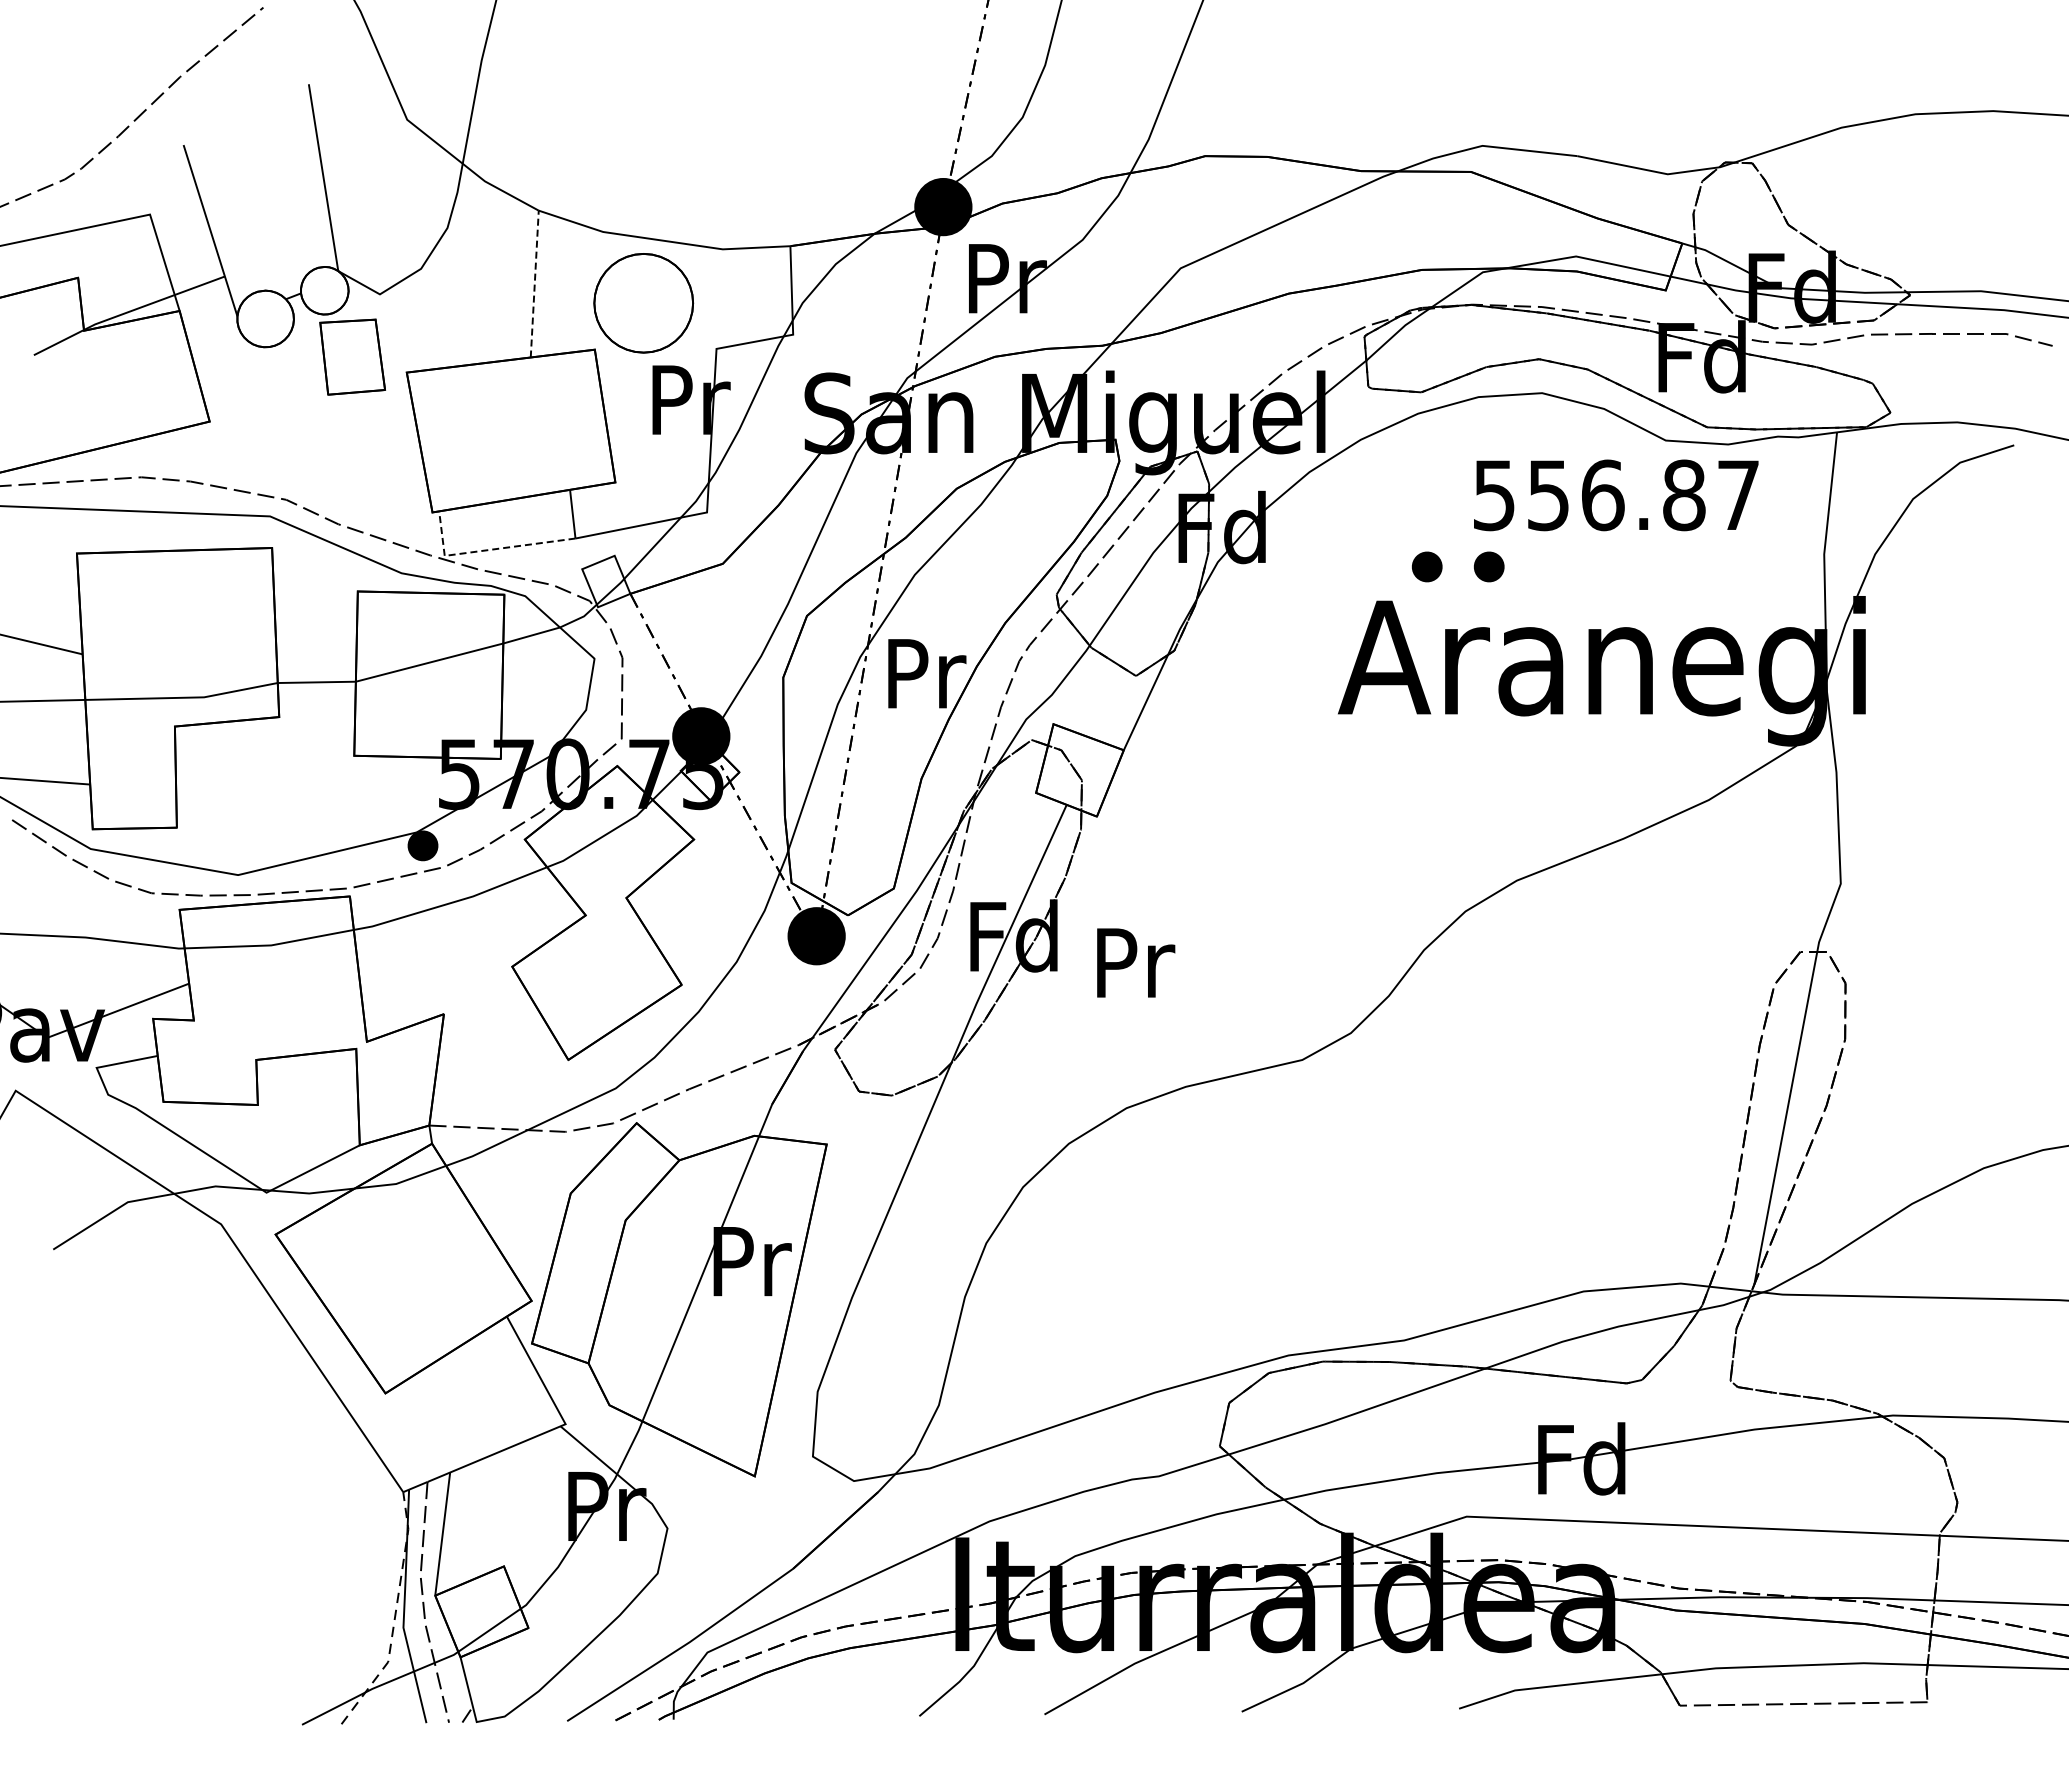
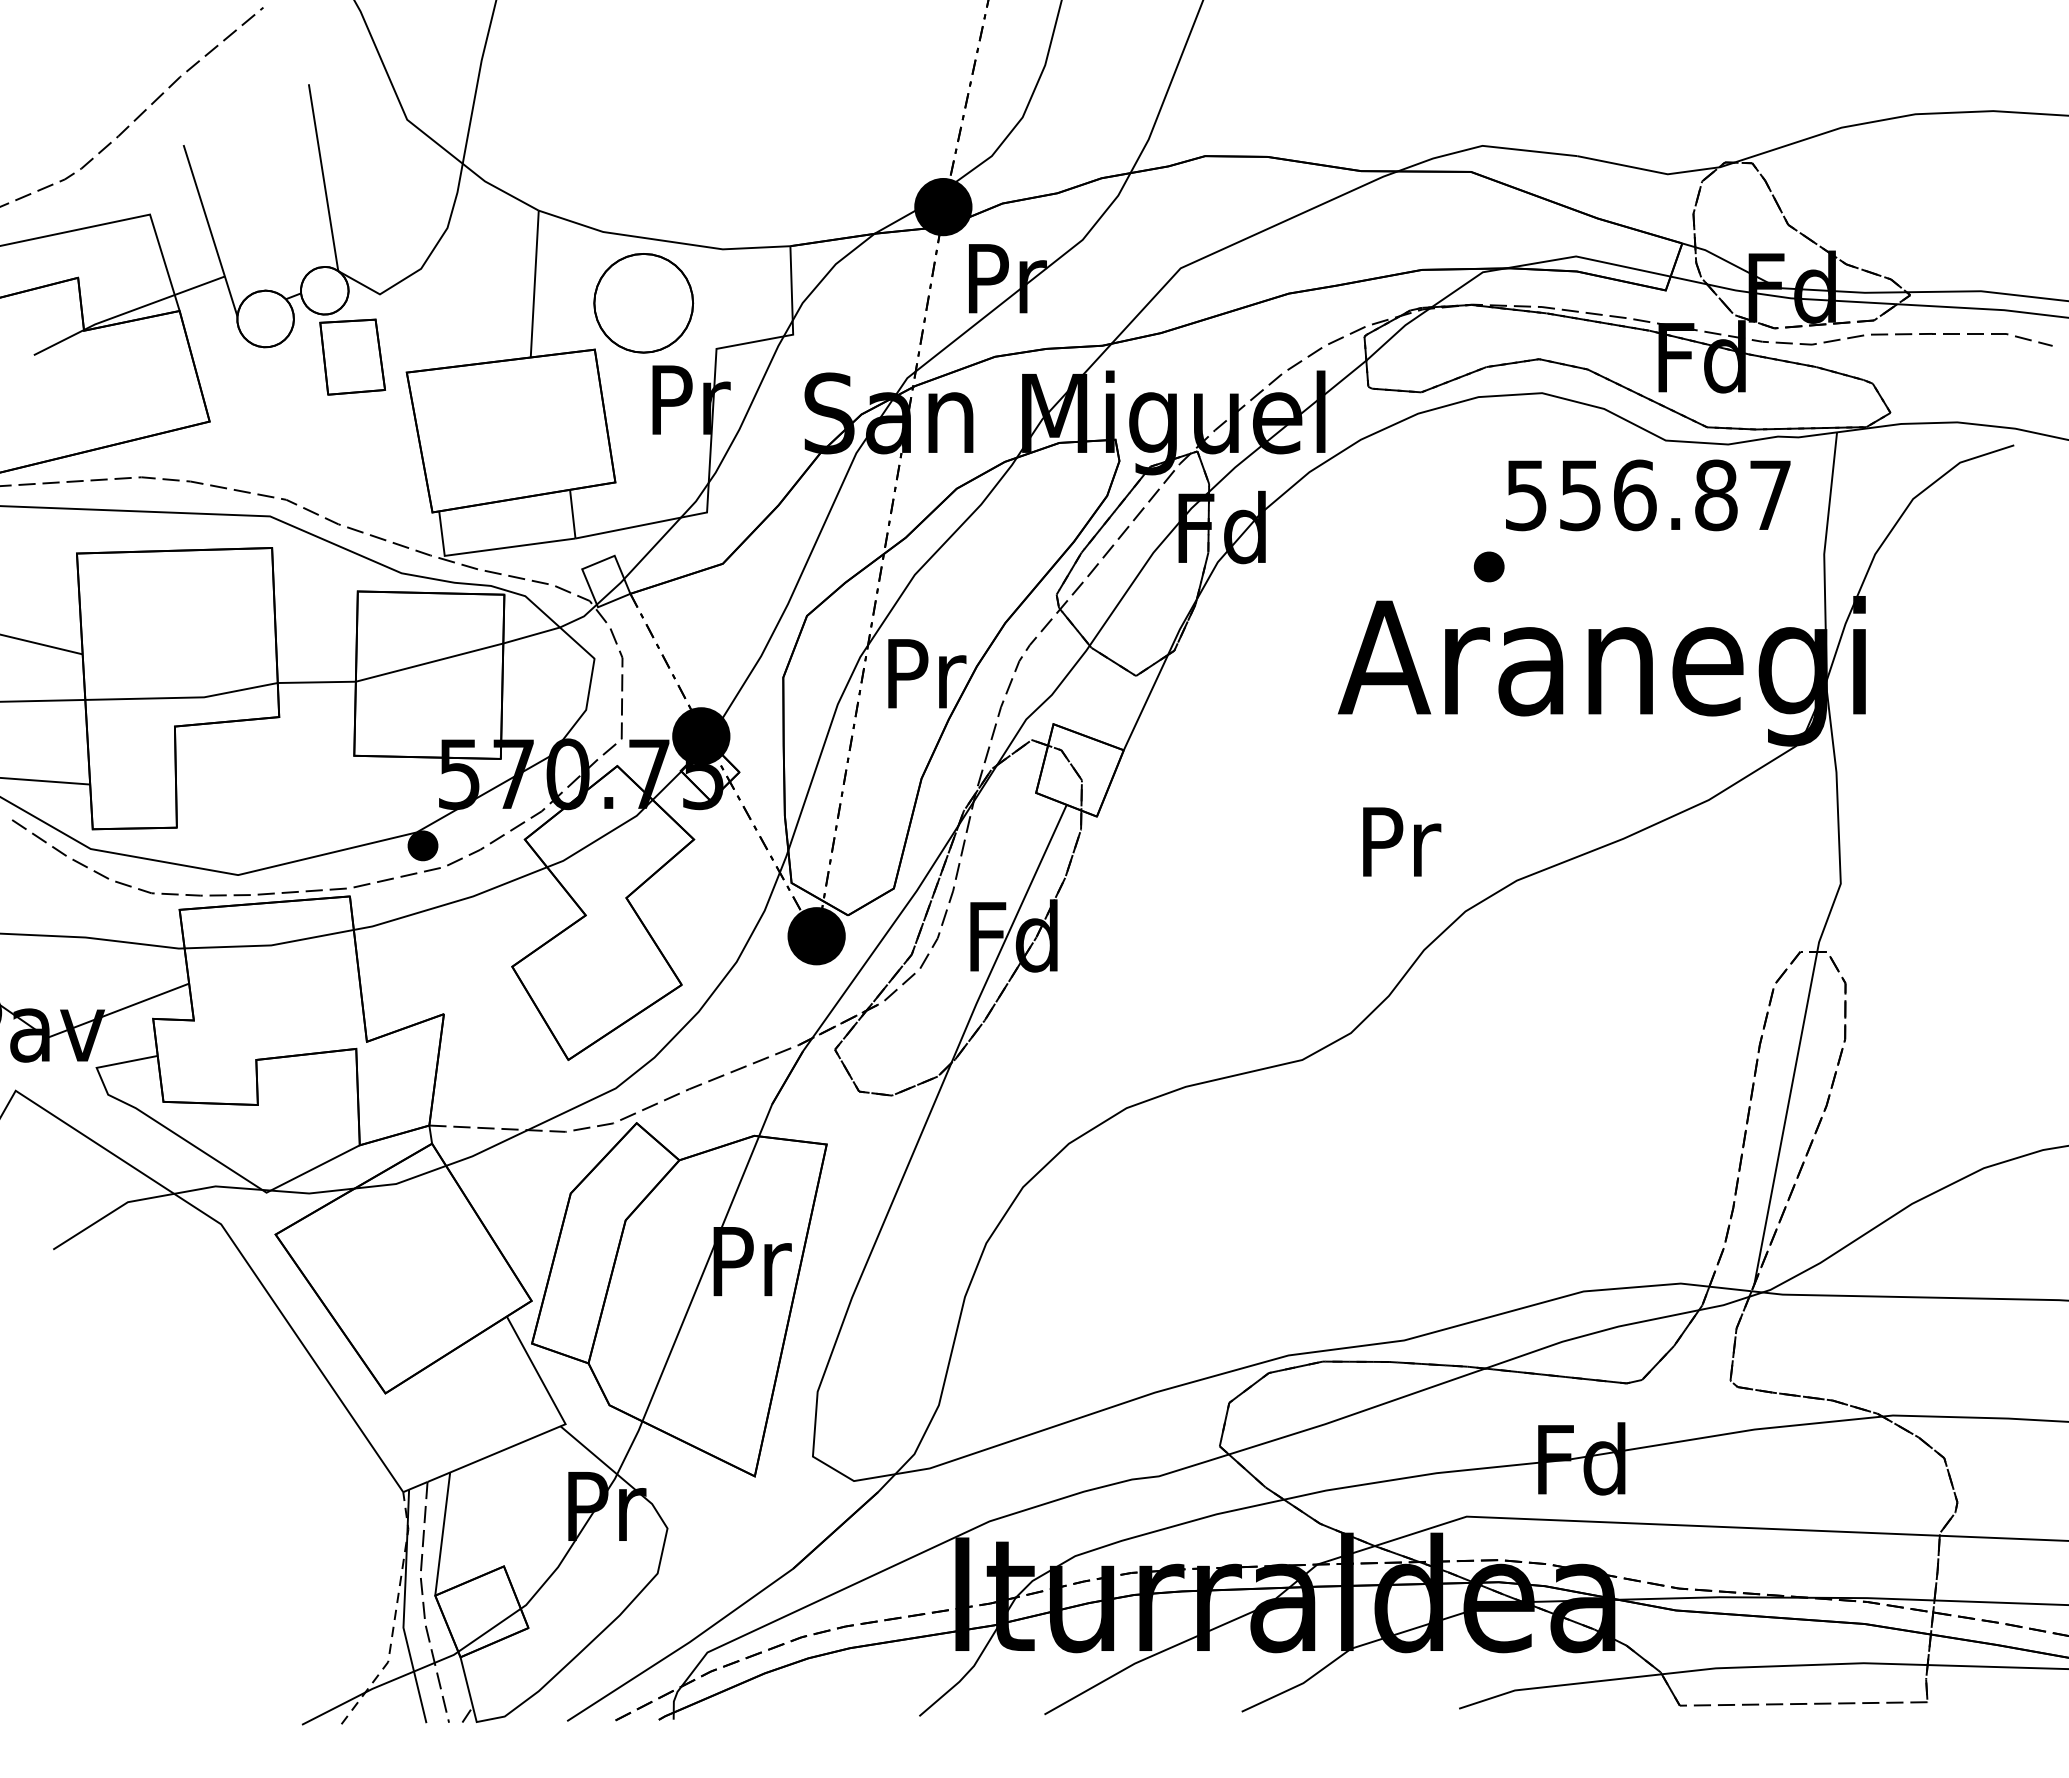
line at (534, 284): dashed -> solid
text at (1616, 495) position: (1616, 495) -> (1648, 495)
line at (487, 550): dashed -> solid
part at (1426, 566): present -> none
text at (1136, 962) position: (1136, 962) -> (1402, 841)
